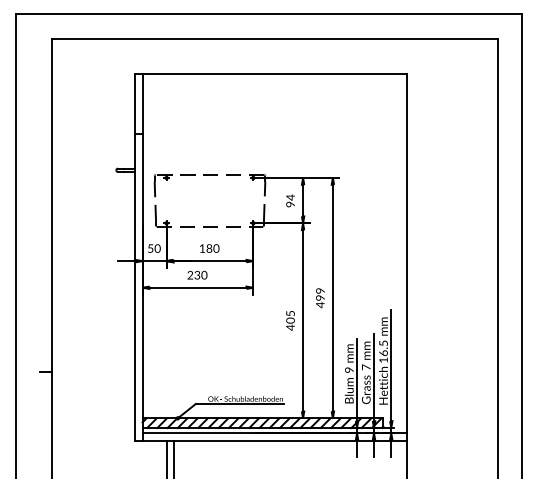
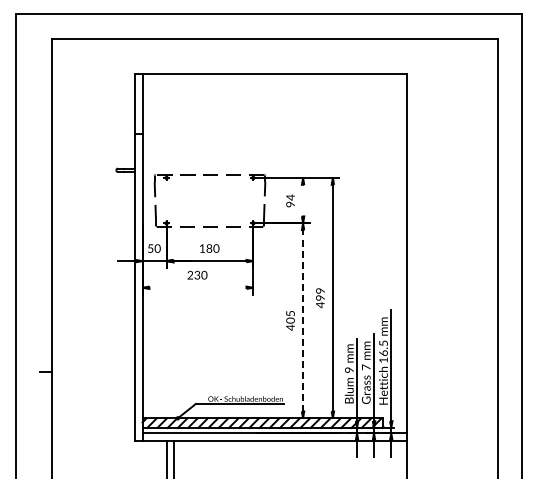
line at (303, 200): present -> none
line at (197, 287): present -> none
line at (303, 320): solid -> dashed
